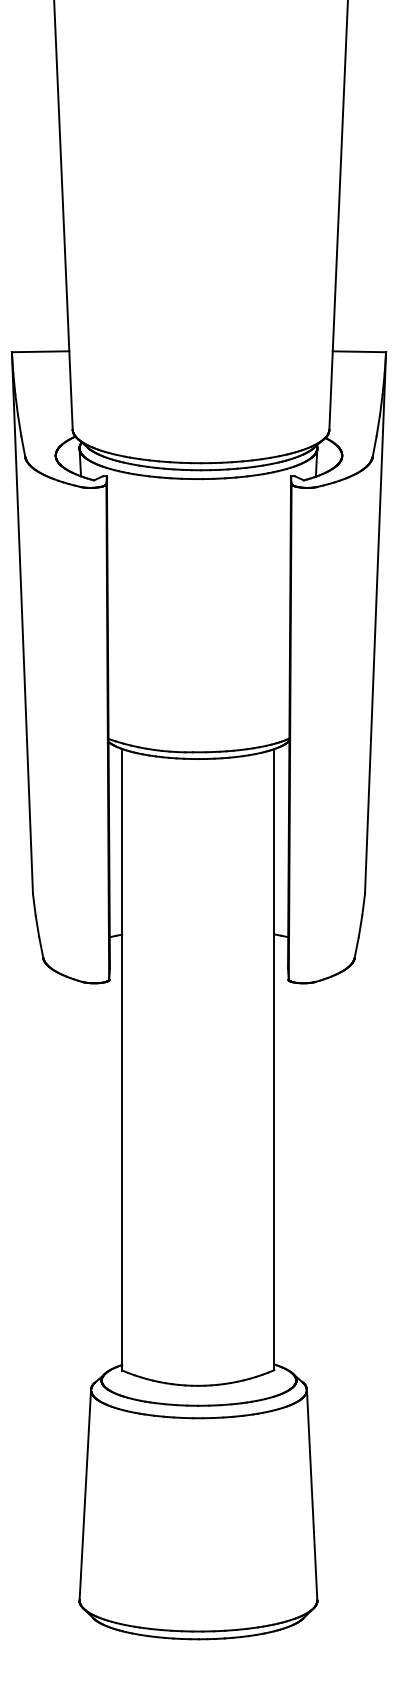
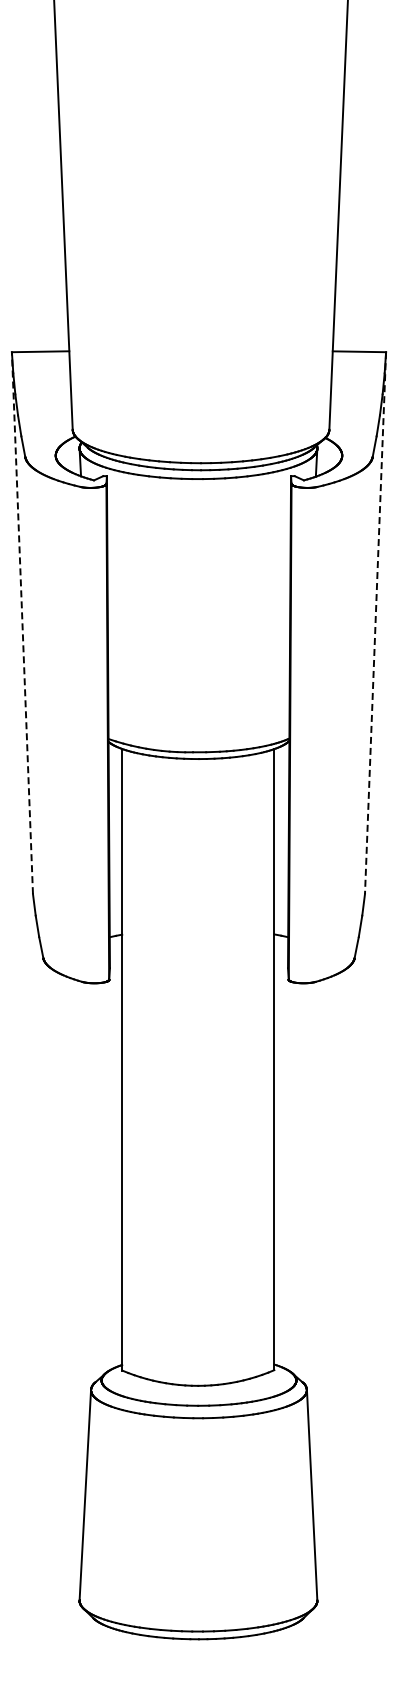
line at (22, 622): solid -> dashed
line at (375, 623): solid -> dashed
